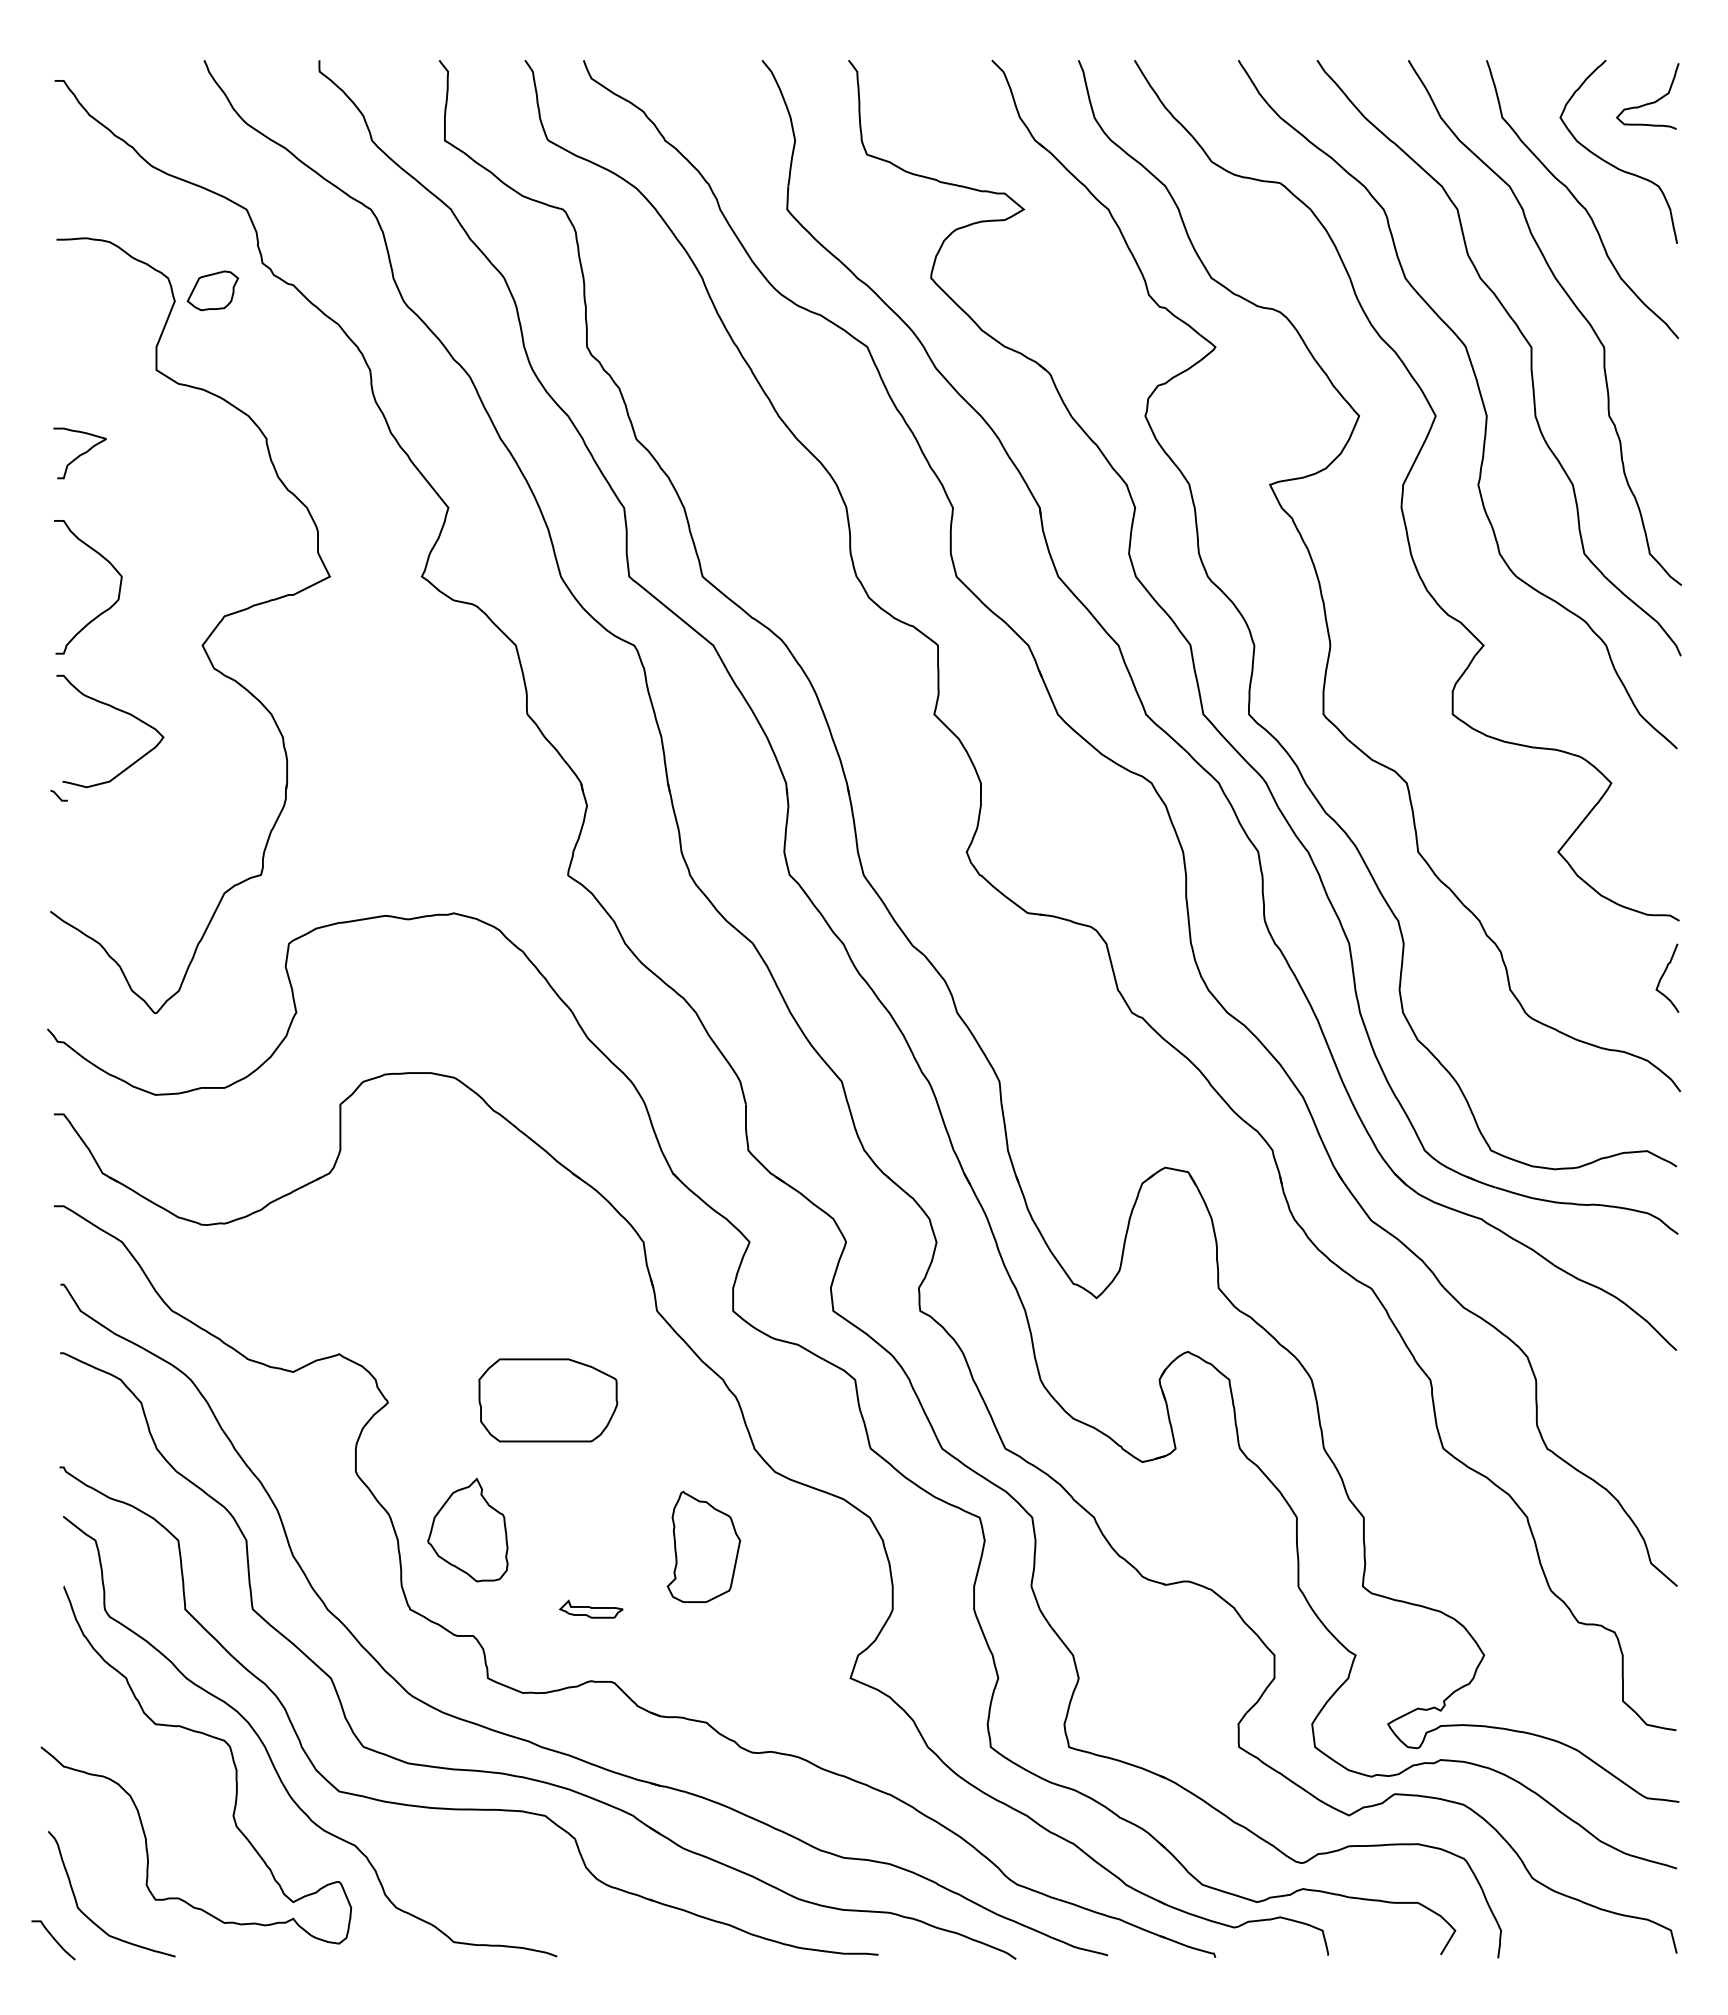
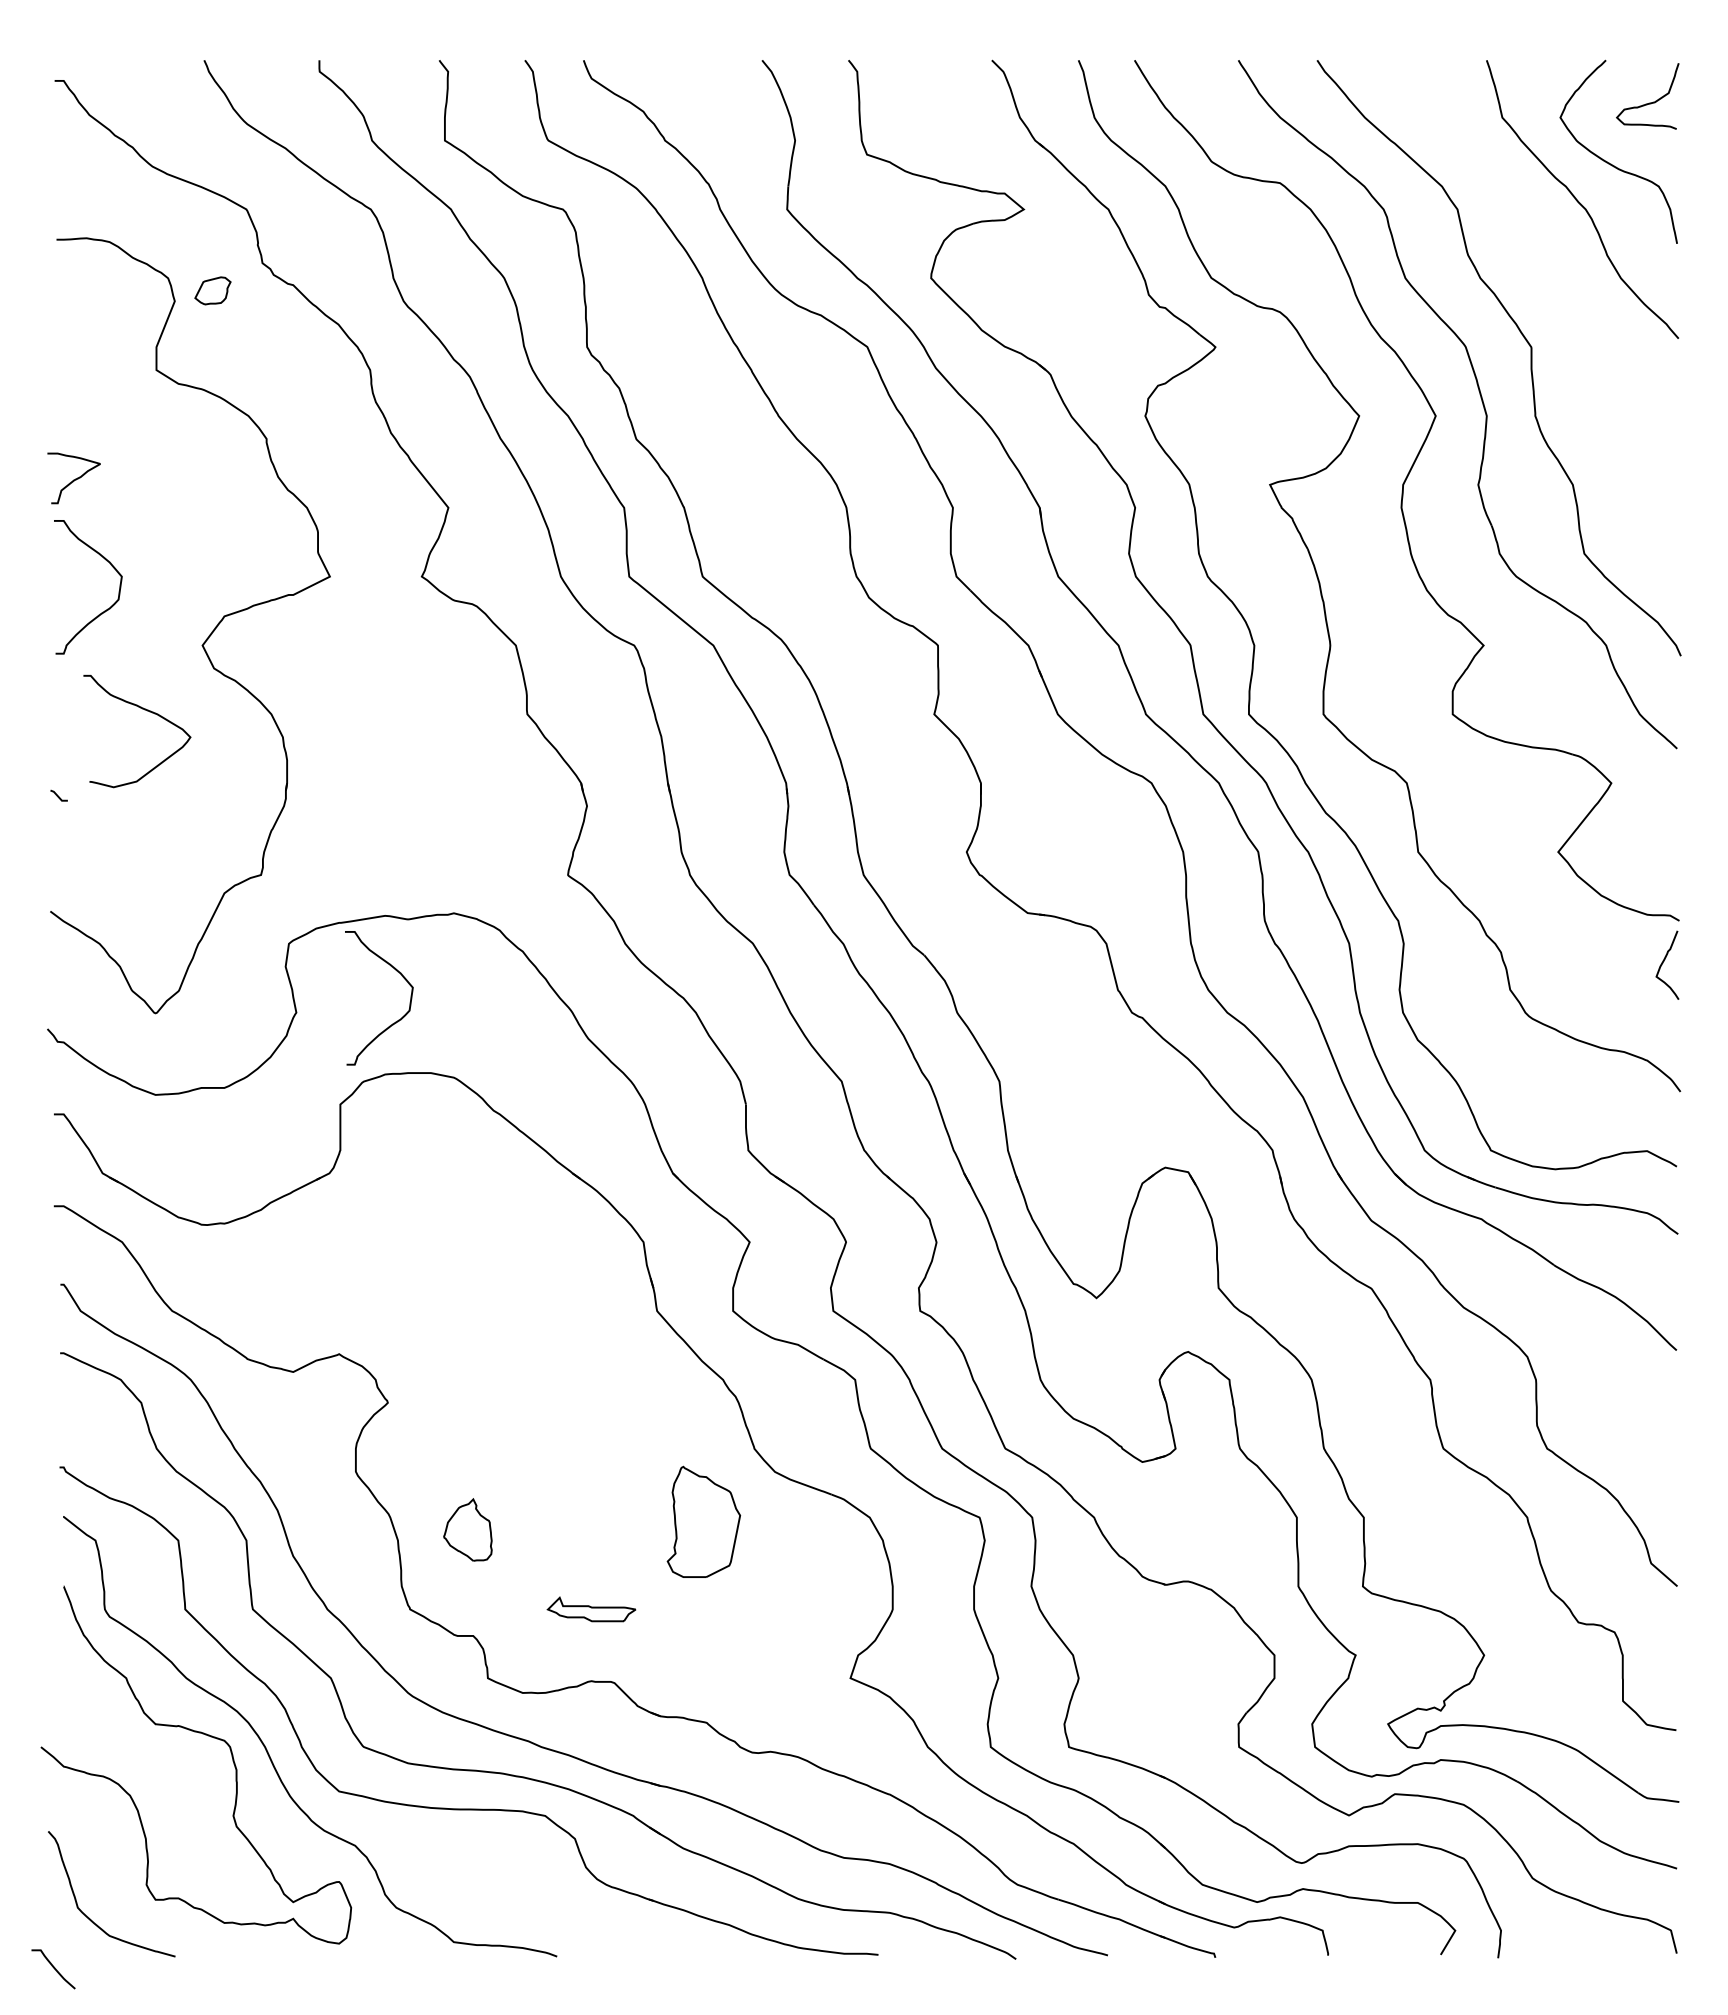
part at (212, 290) size: 54x42 px -> 38x30 px
curve at (1572, 303): present -> none
curve at (79, 454) position: (79, 454) -> (73, 479)
curve at (117, 710) position: (117, 710) -> (144, 710)
curve at (1663, 976) position: (1663, 976) -> (1663, 963)
curve at (395, 1021): none -> present
part at (548, 1400): present -> none
part at (467, 1529) size: 82x106 px -> 50x64 px
part at (703, 1546) position: (703, 1546) -> (703, 1521)
part at (590, 1608) size: 66x20 px -> 91x27 px
curve at (53, 1939) position: (53, 1939) -> (53, 1968)
